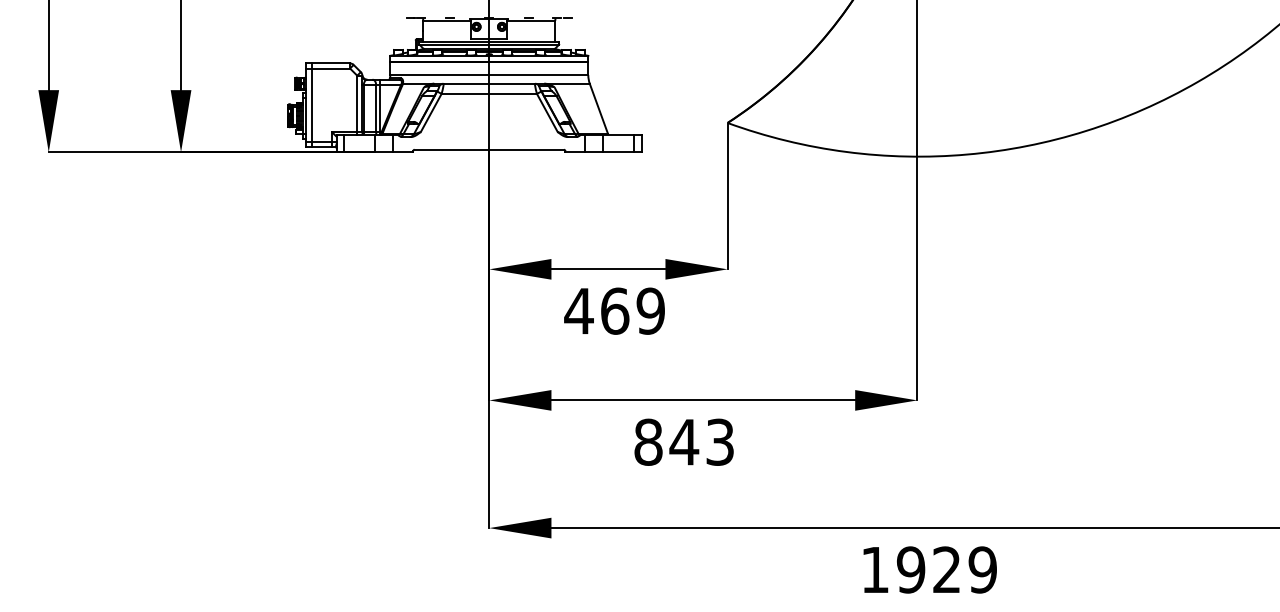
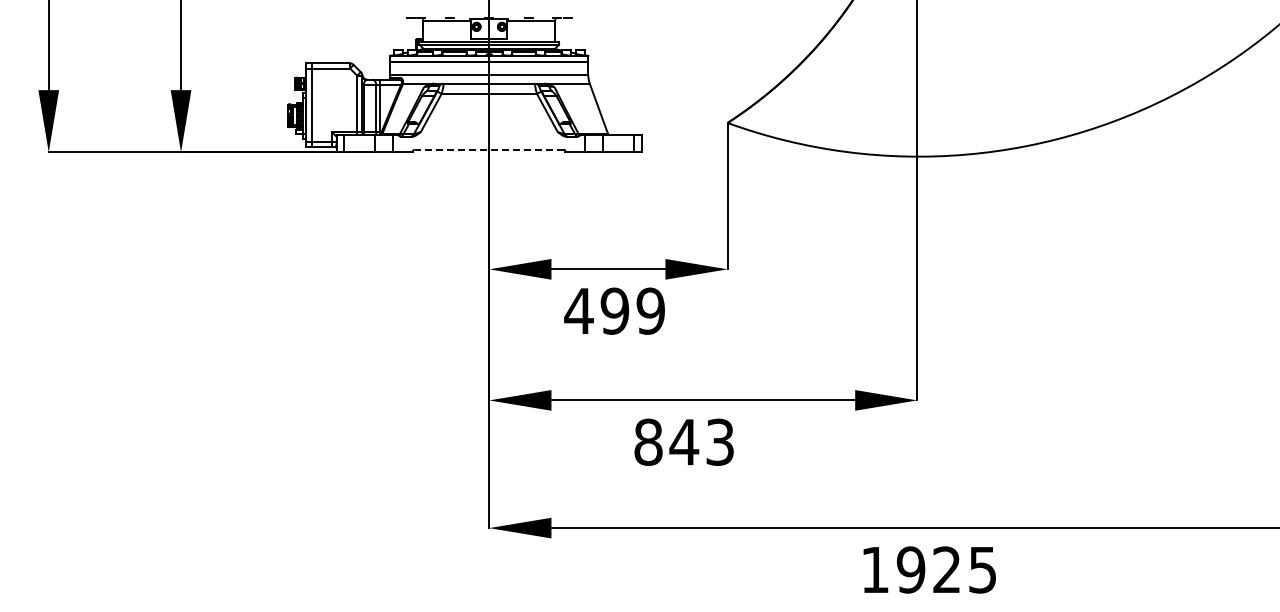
line at (489, 149): solid -> dashed
text at (614, 310): 469 -> 499
text at (982, 569): 1929 -> 1925
